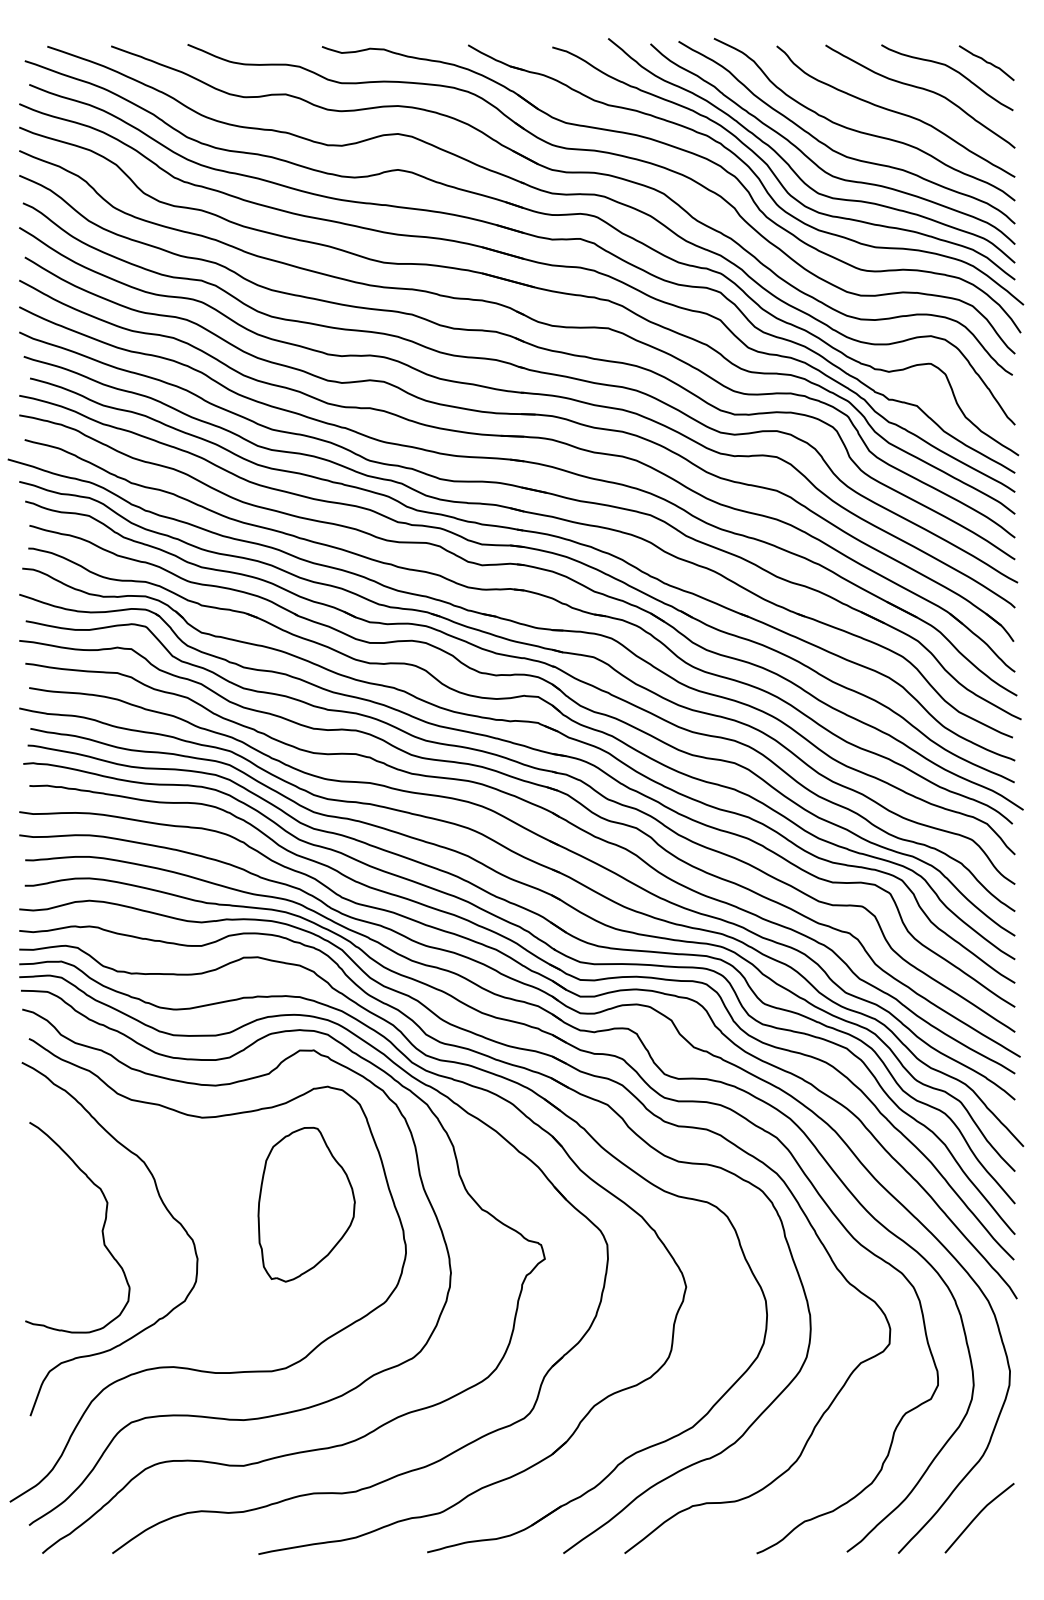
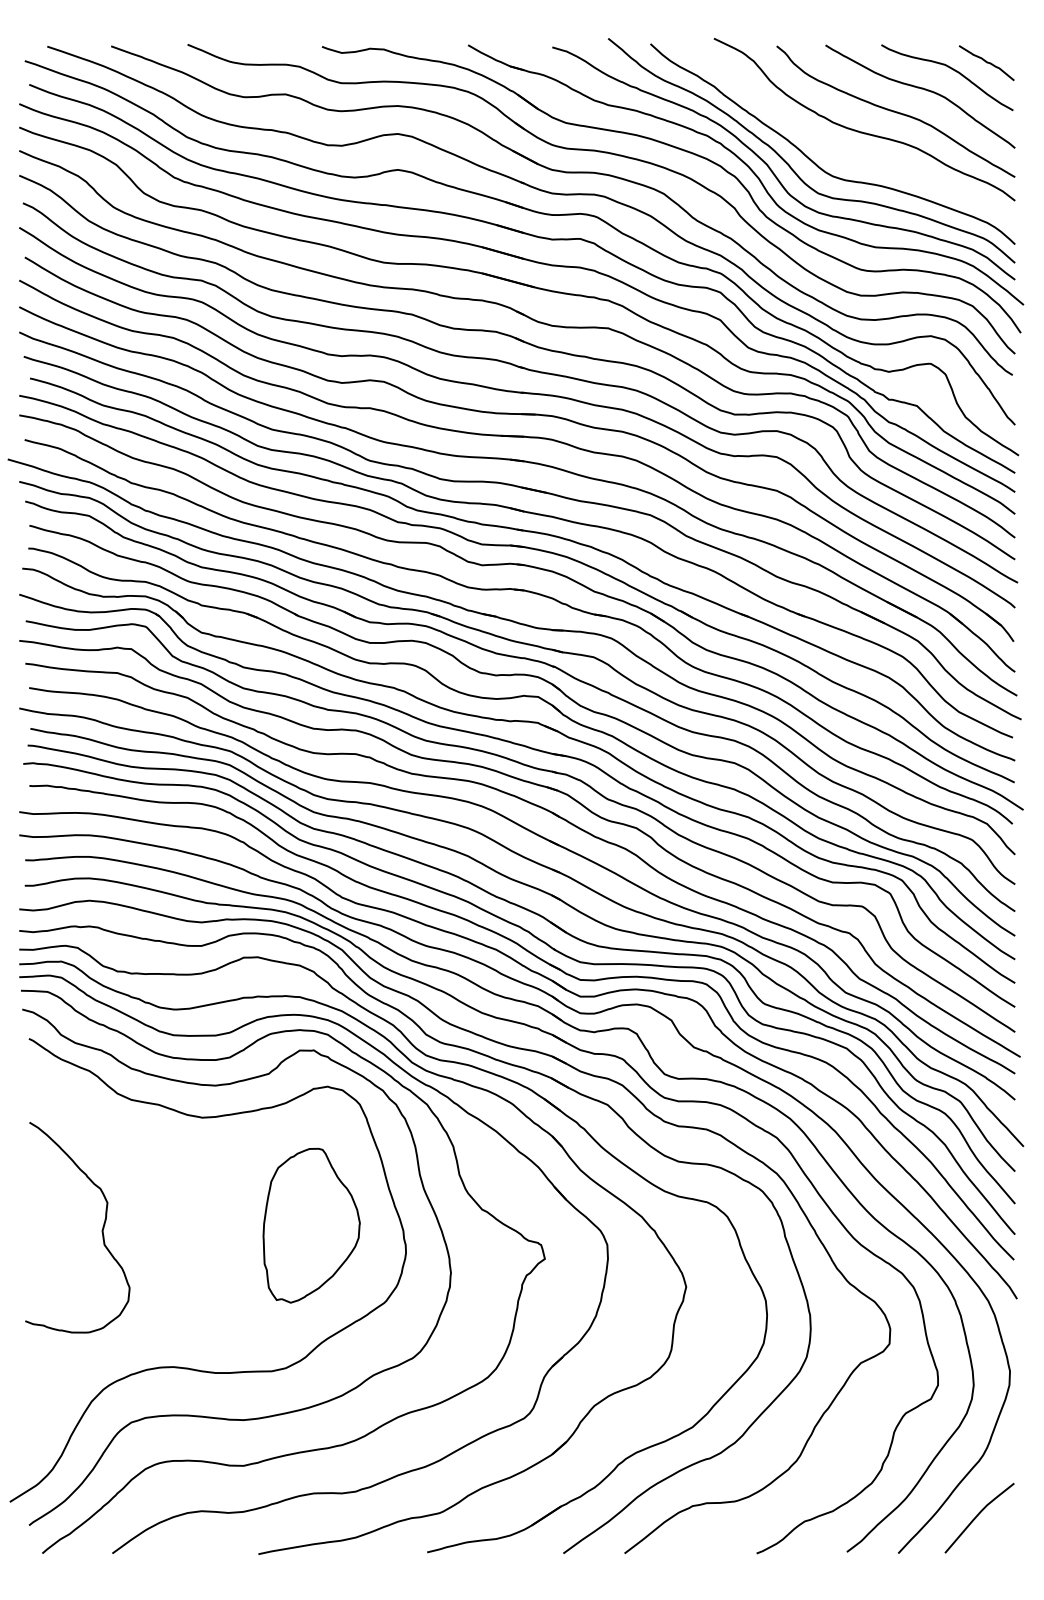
curve at (837, 151): present -> none
part at (306, 1204) position: (306, 1204) -> (311, 1225)
curve at (164, 1207): present -> none
